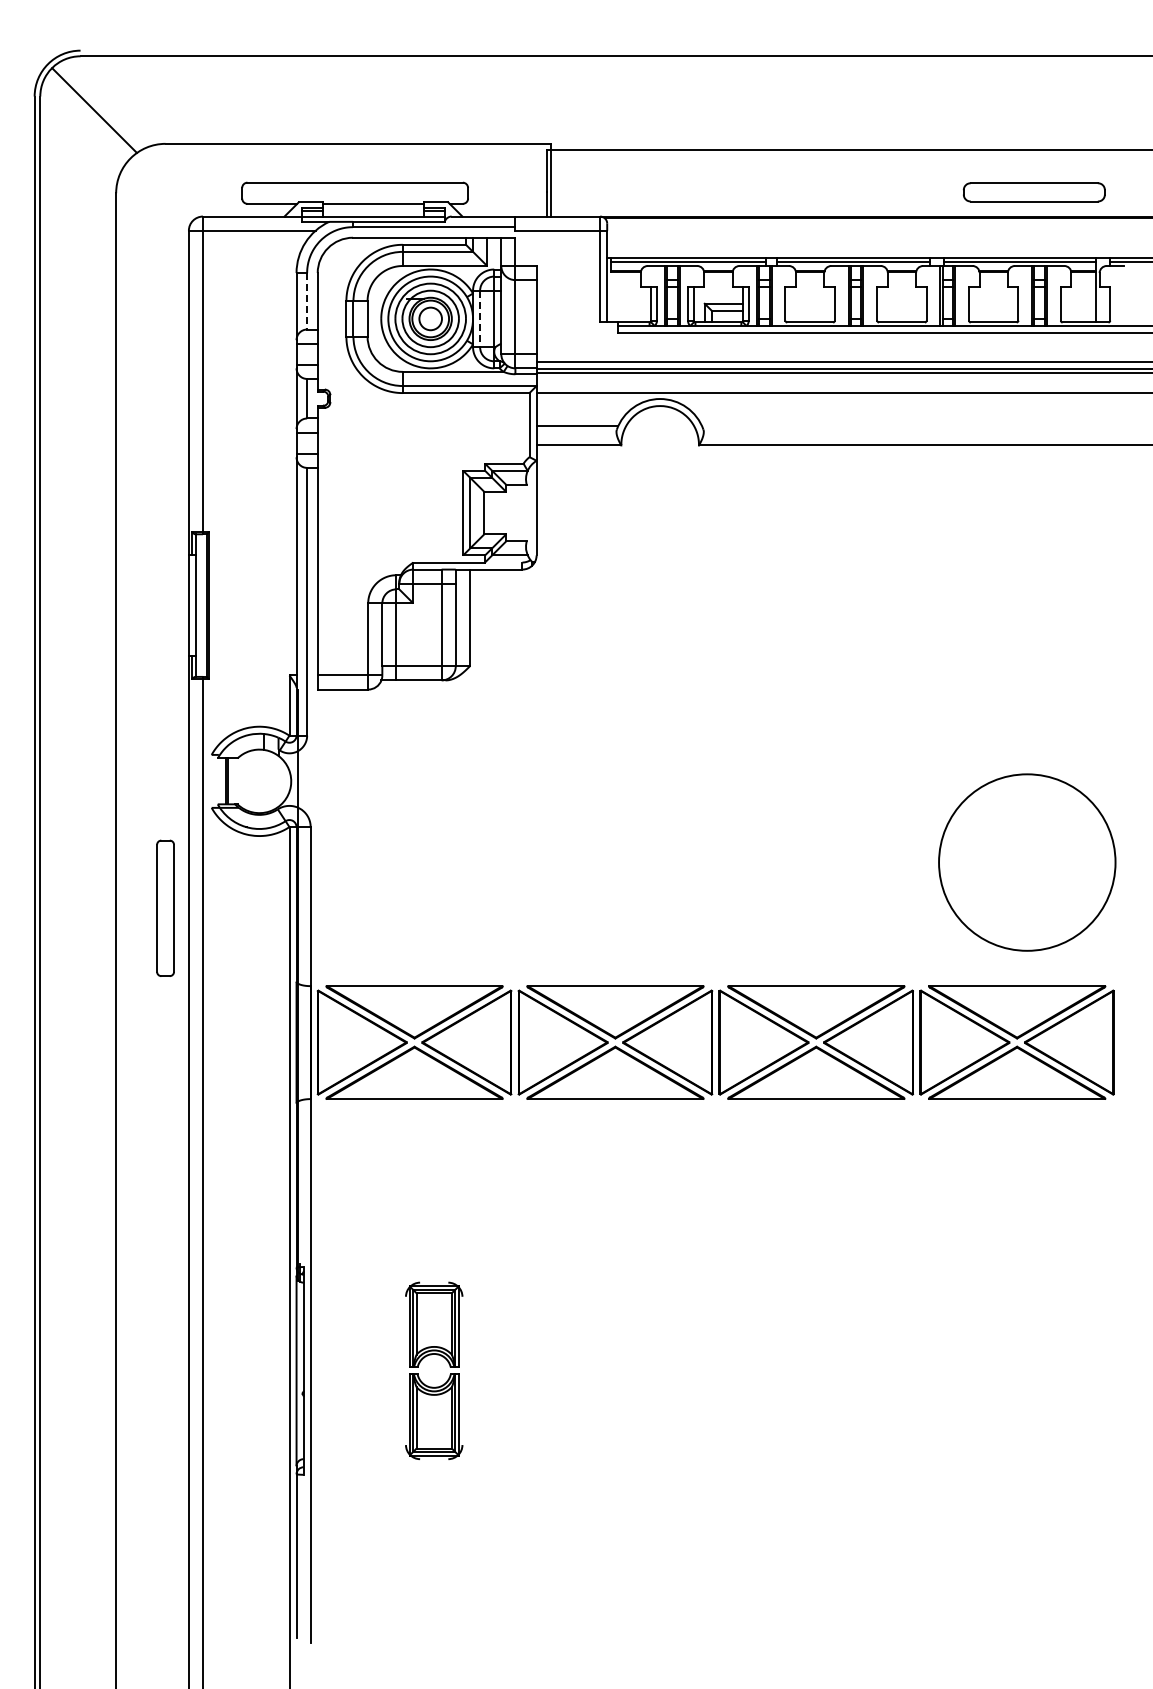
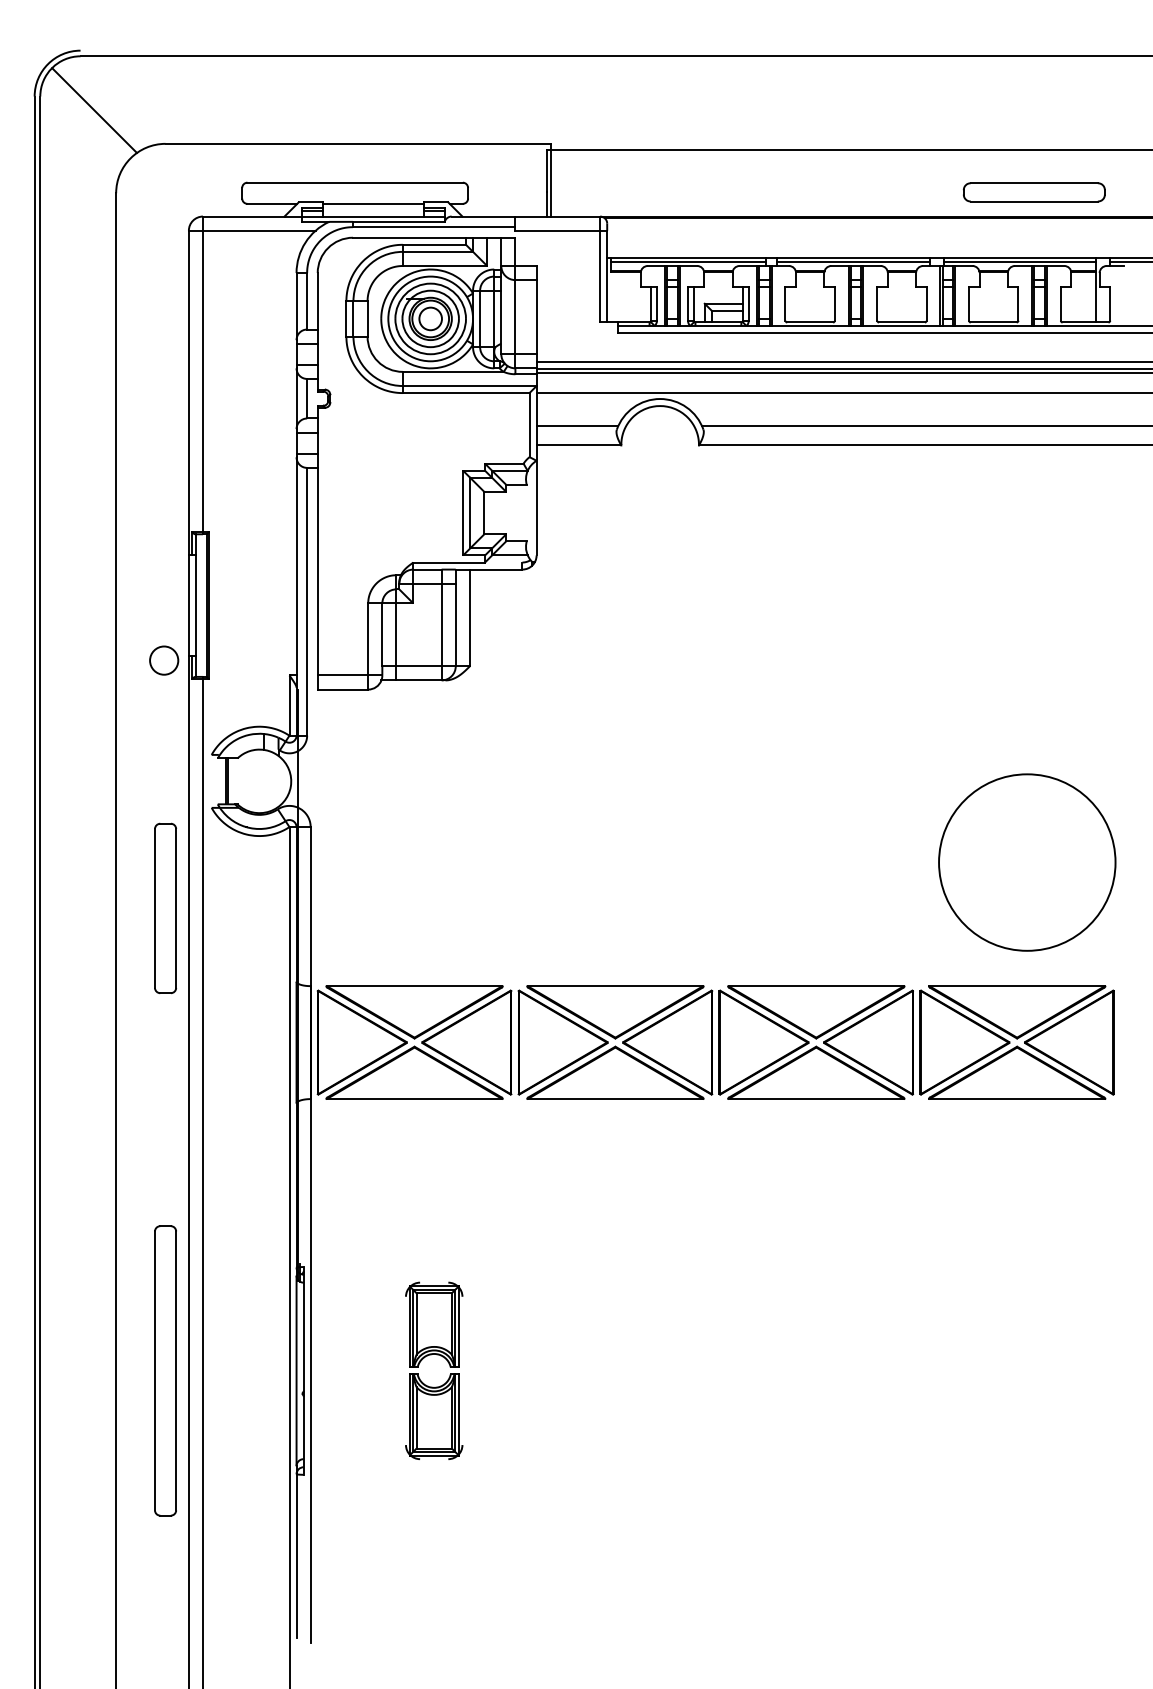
line at (307, 301): dashed -> solid
line at (480, 319): dashed -> solid
line at (925, 425): none -> present
circle at (164, 660): none -> present
part at (165, 907) size: 19x138 px -> 23x172 px
part at (165, 1370): none -> present
